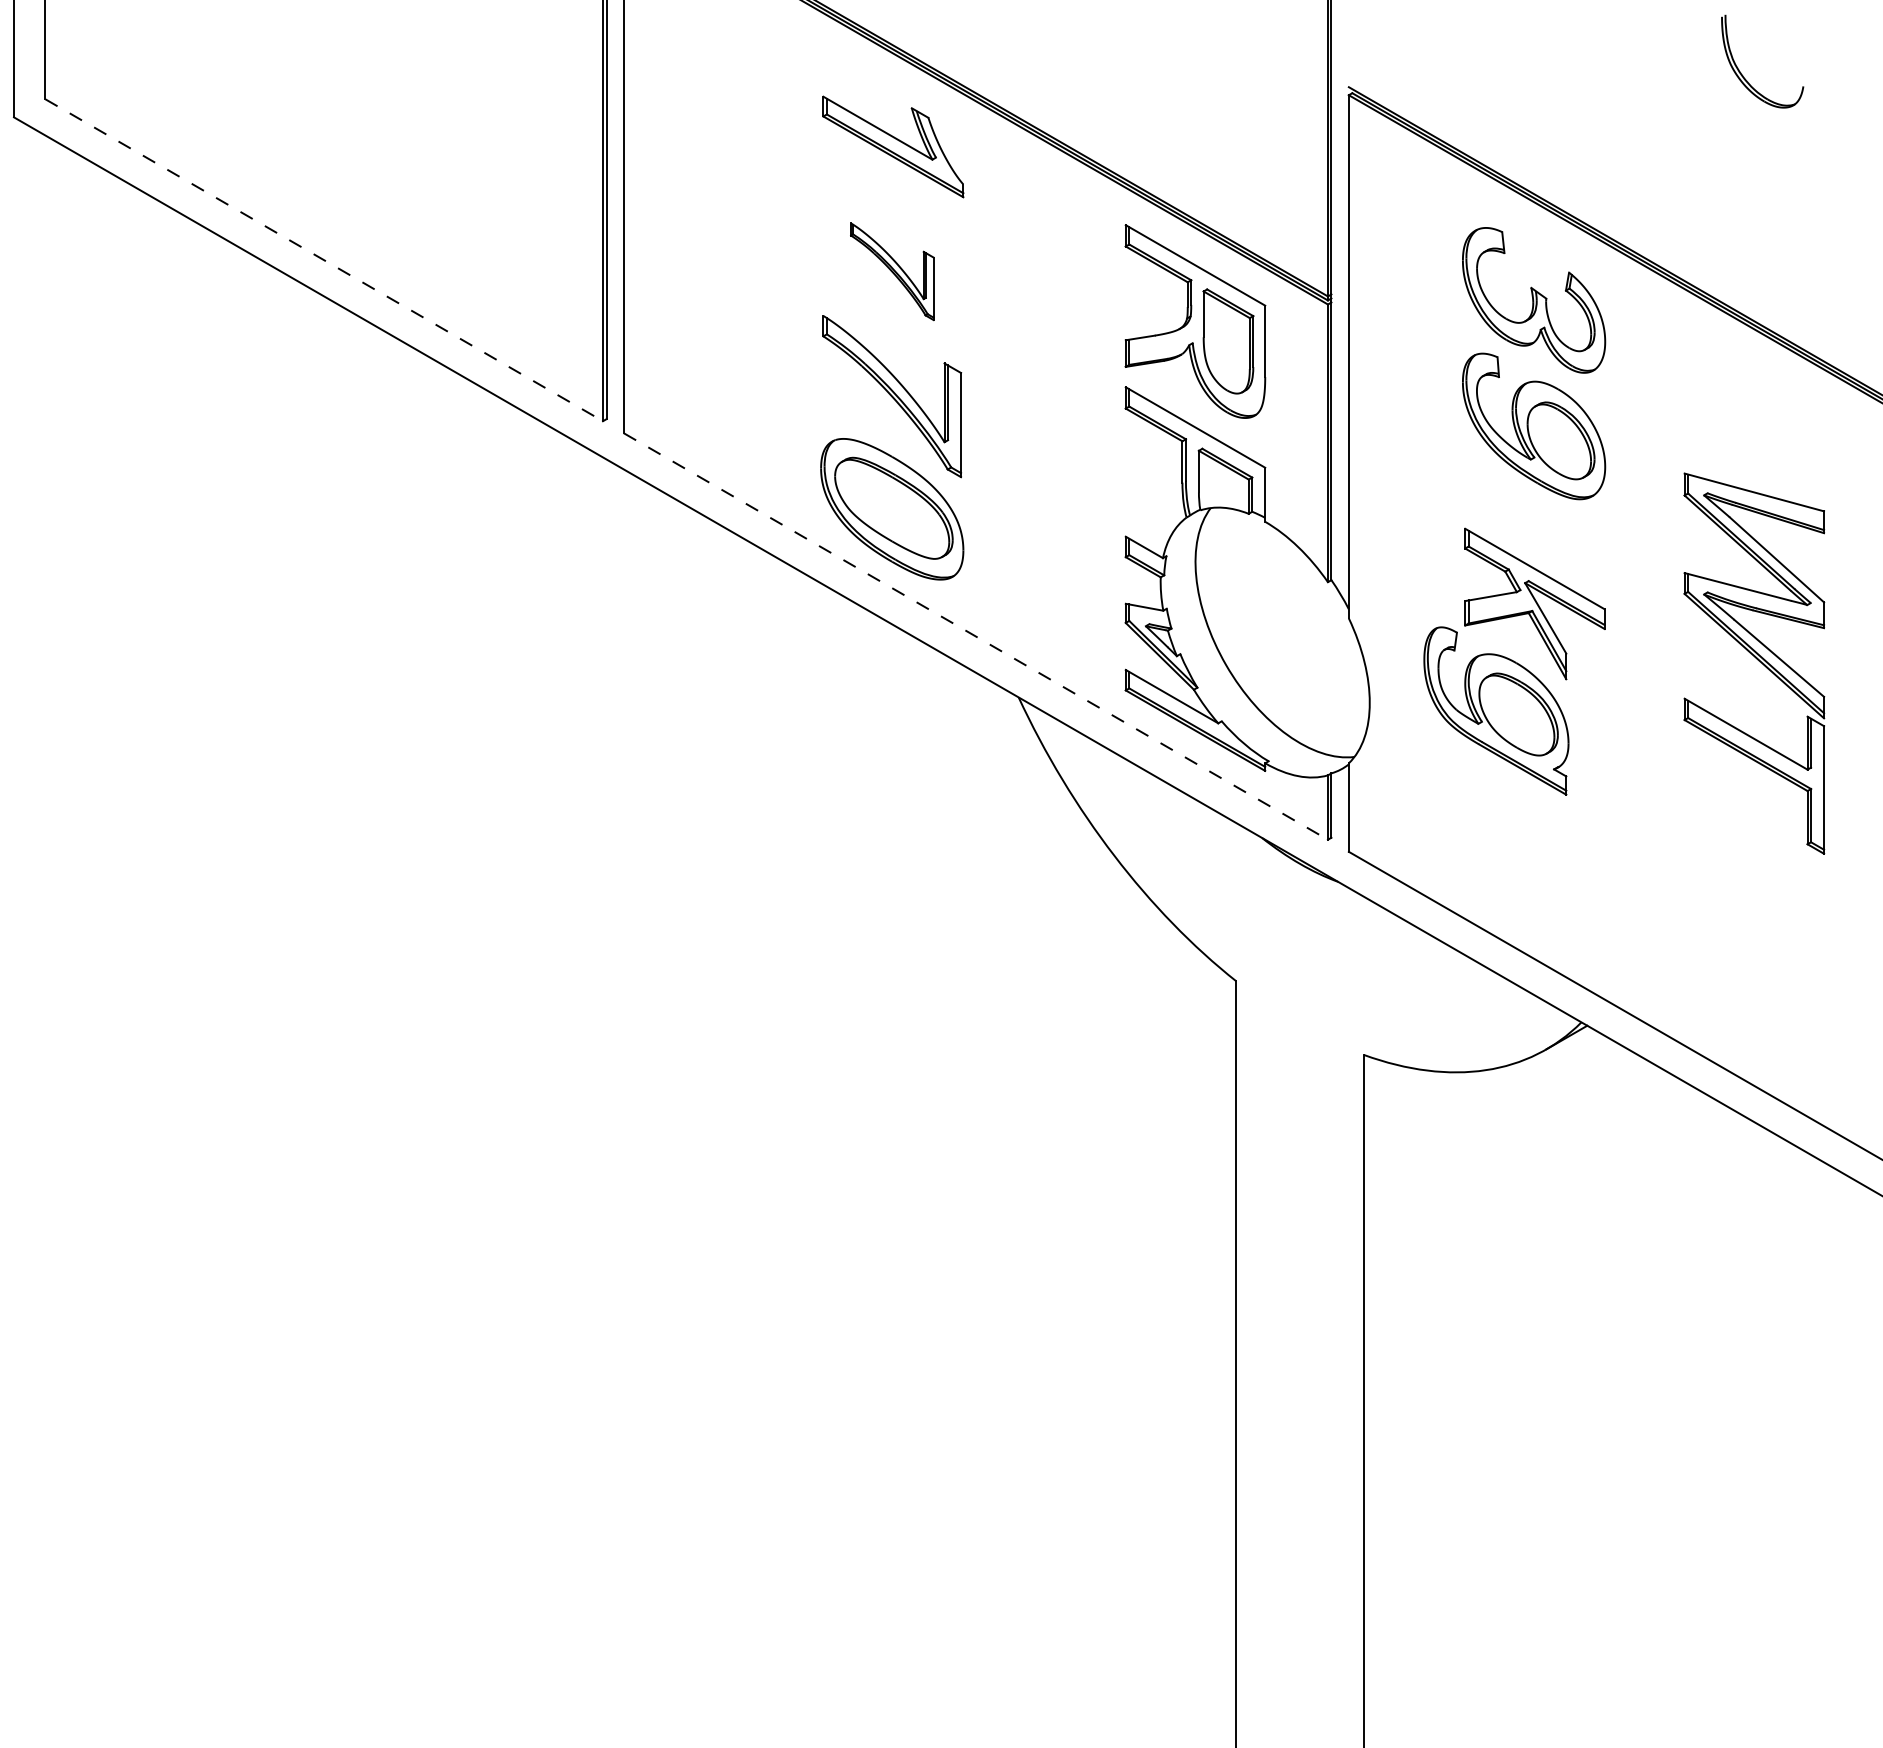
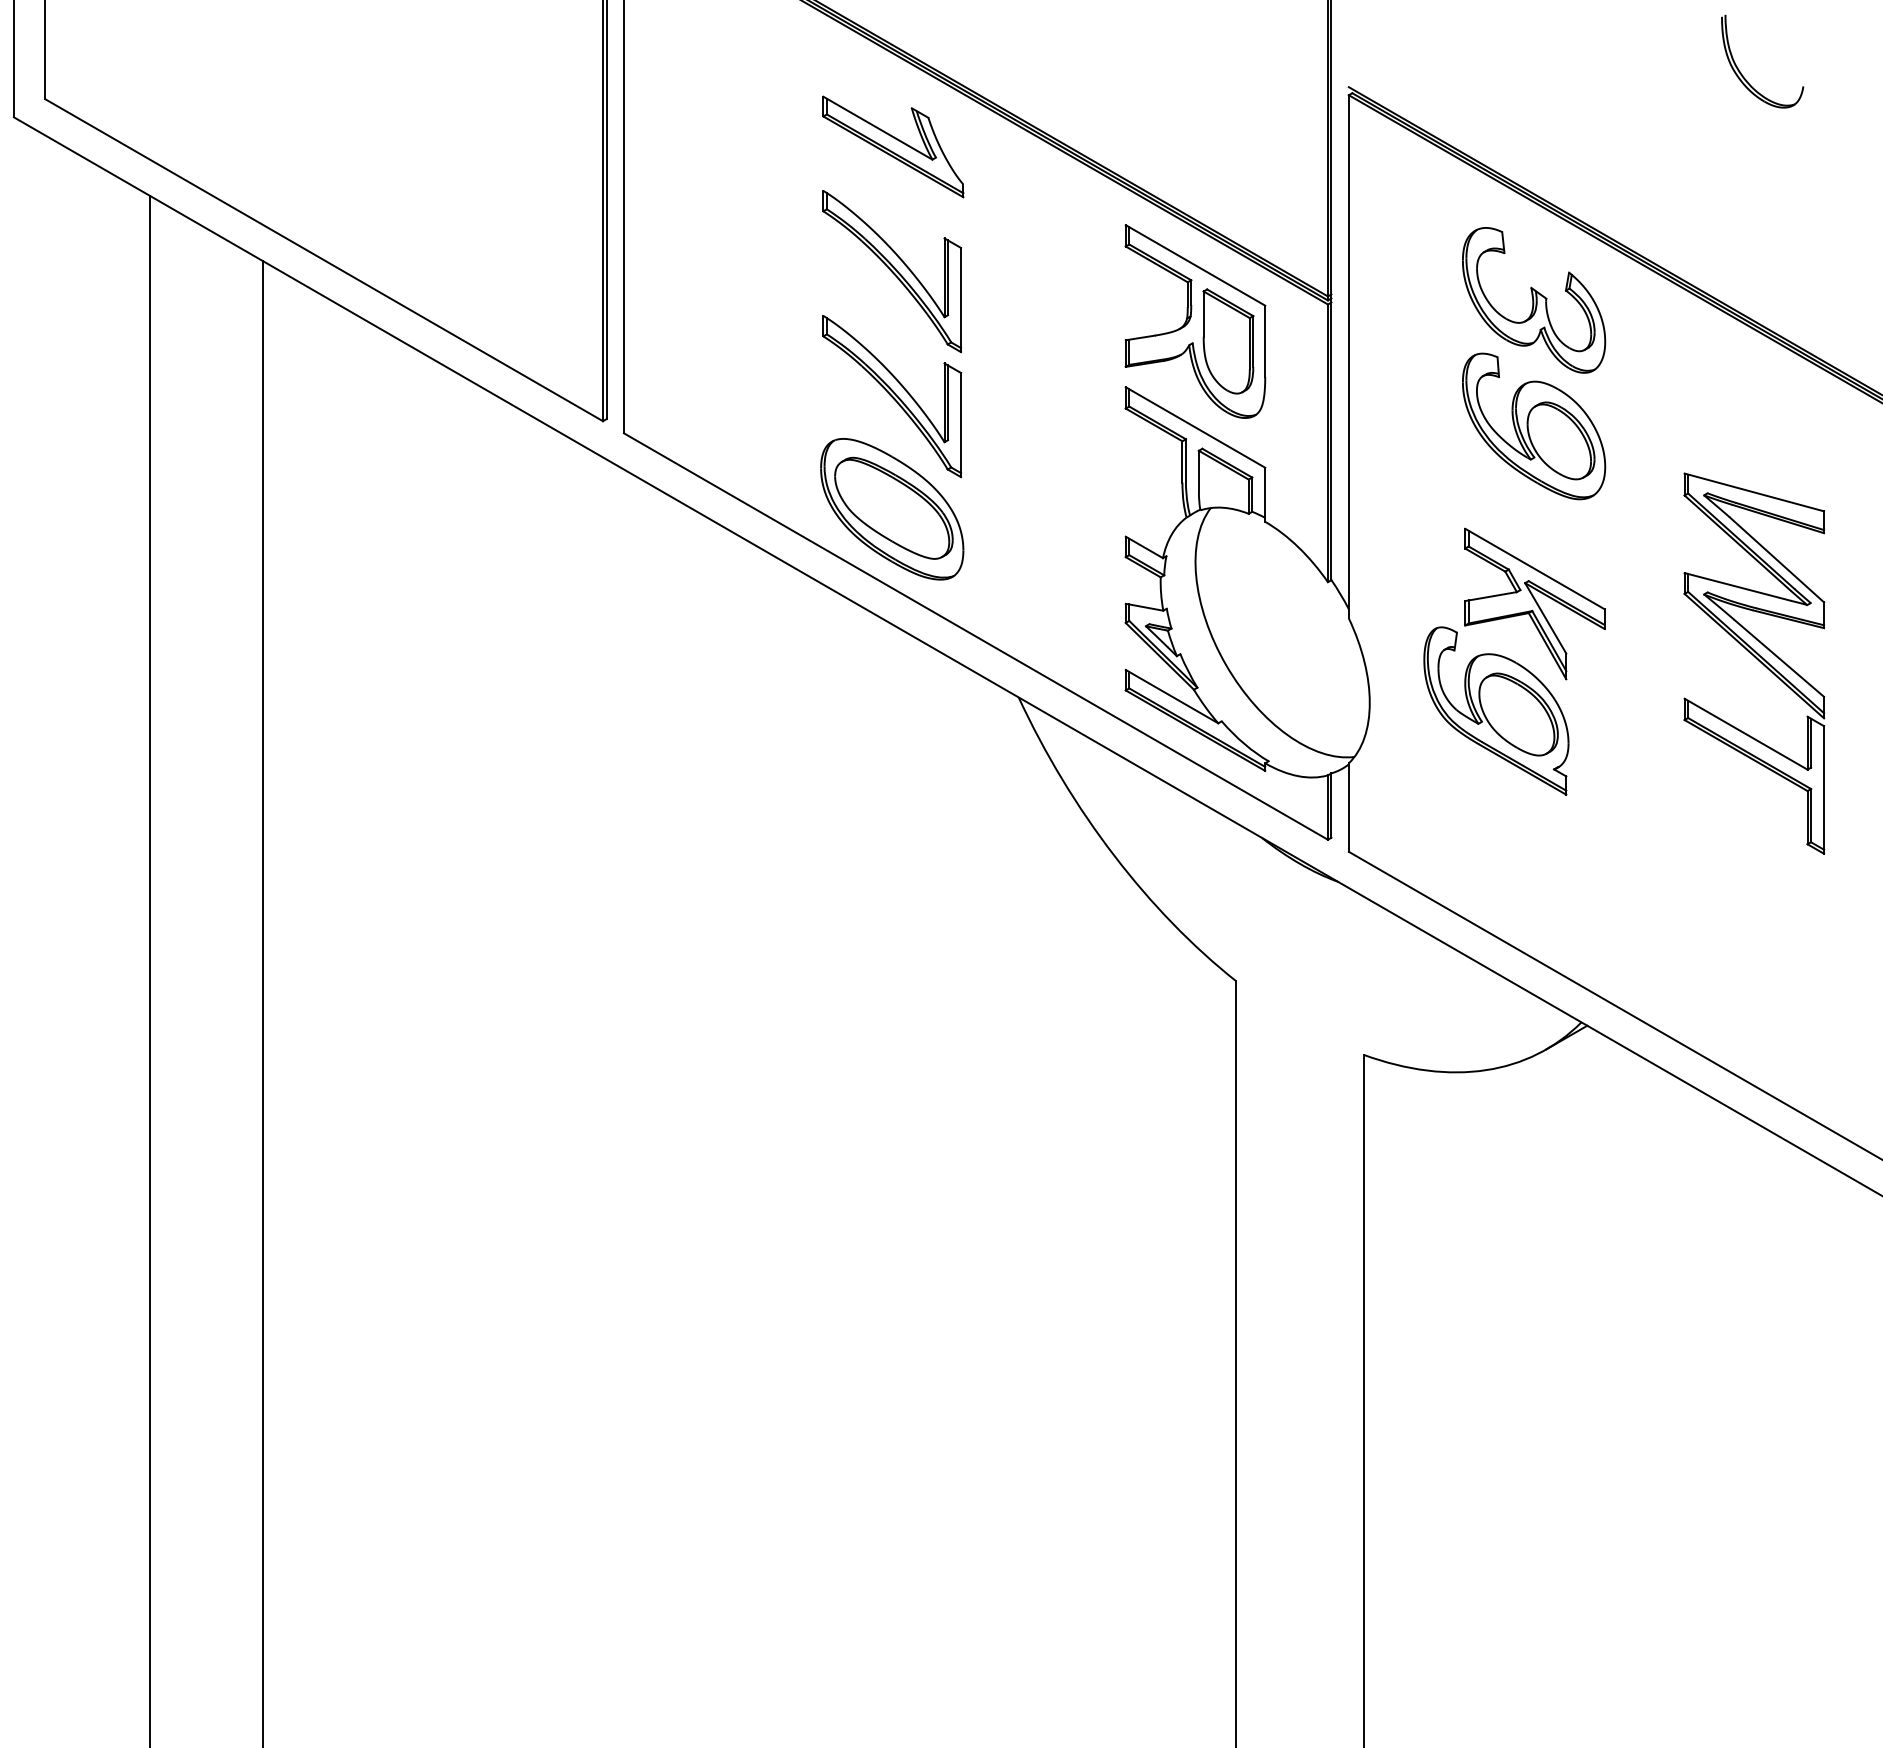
line at (324, 260): dashed -> solid
part at (892, 271) size: 85x100 px -> 141x164 px
line at (976, 636): dashed -> solid
line at (149, 969): none -> present
line at (262, 1002): none -> present
